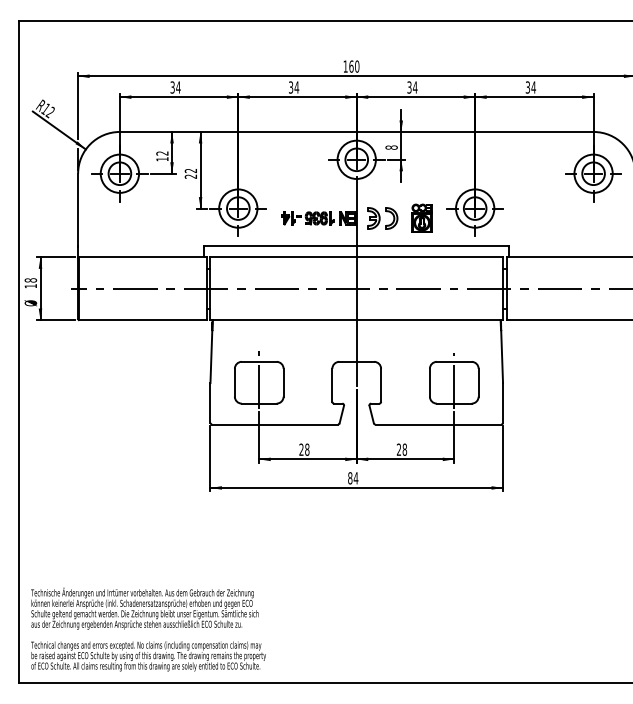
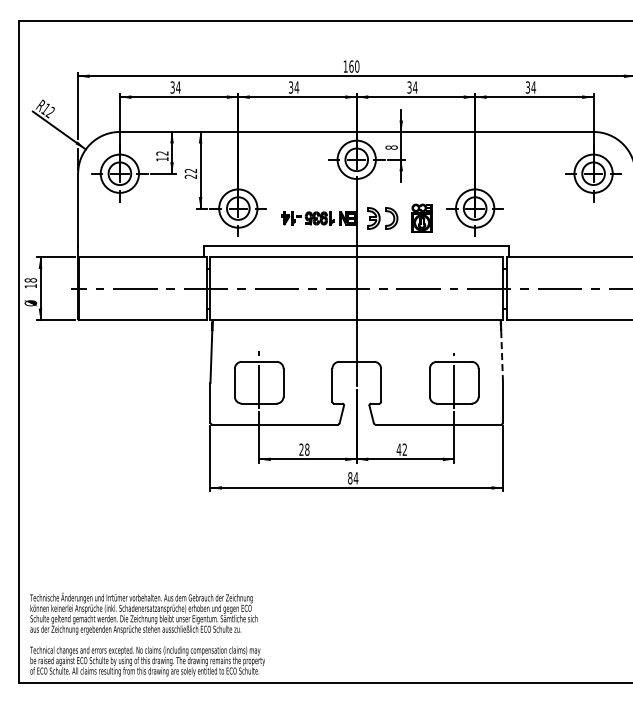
line at (502, 357): solid -> dashed
text at (401, 449): 28 -> 42
text at (148, 629) position: (148, 629) -> (147, 634)
